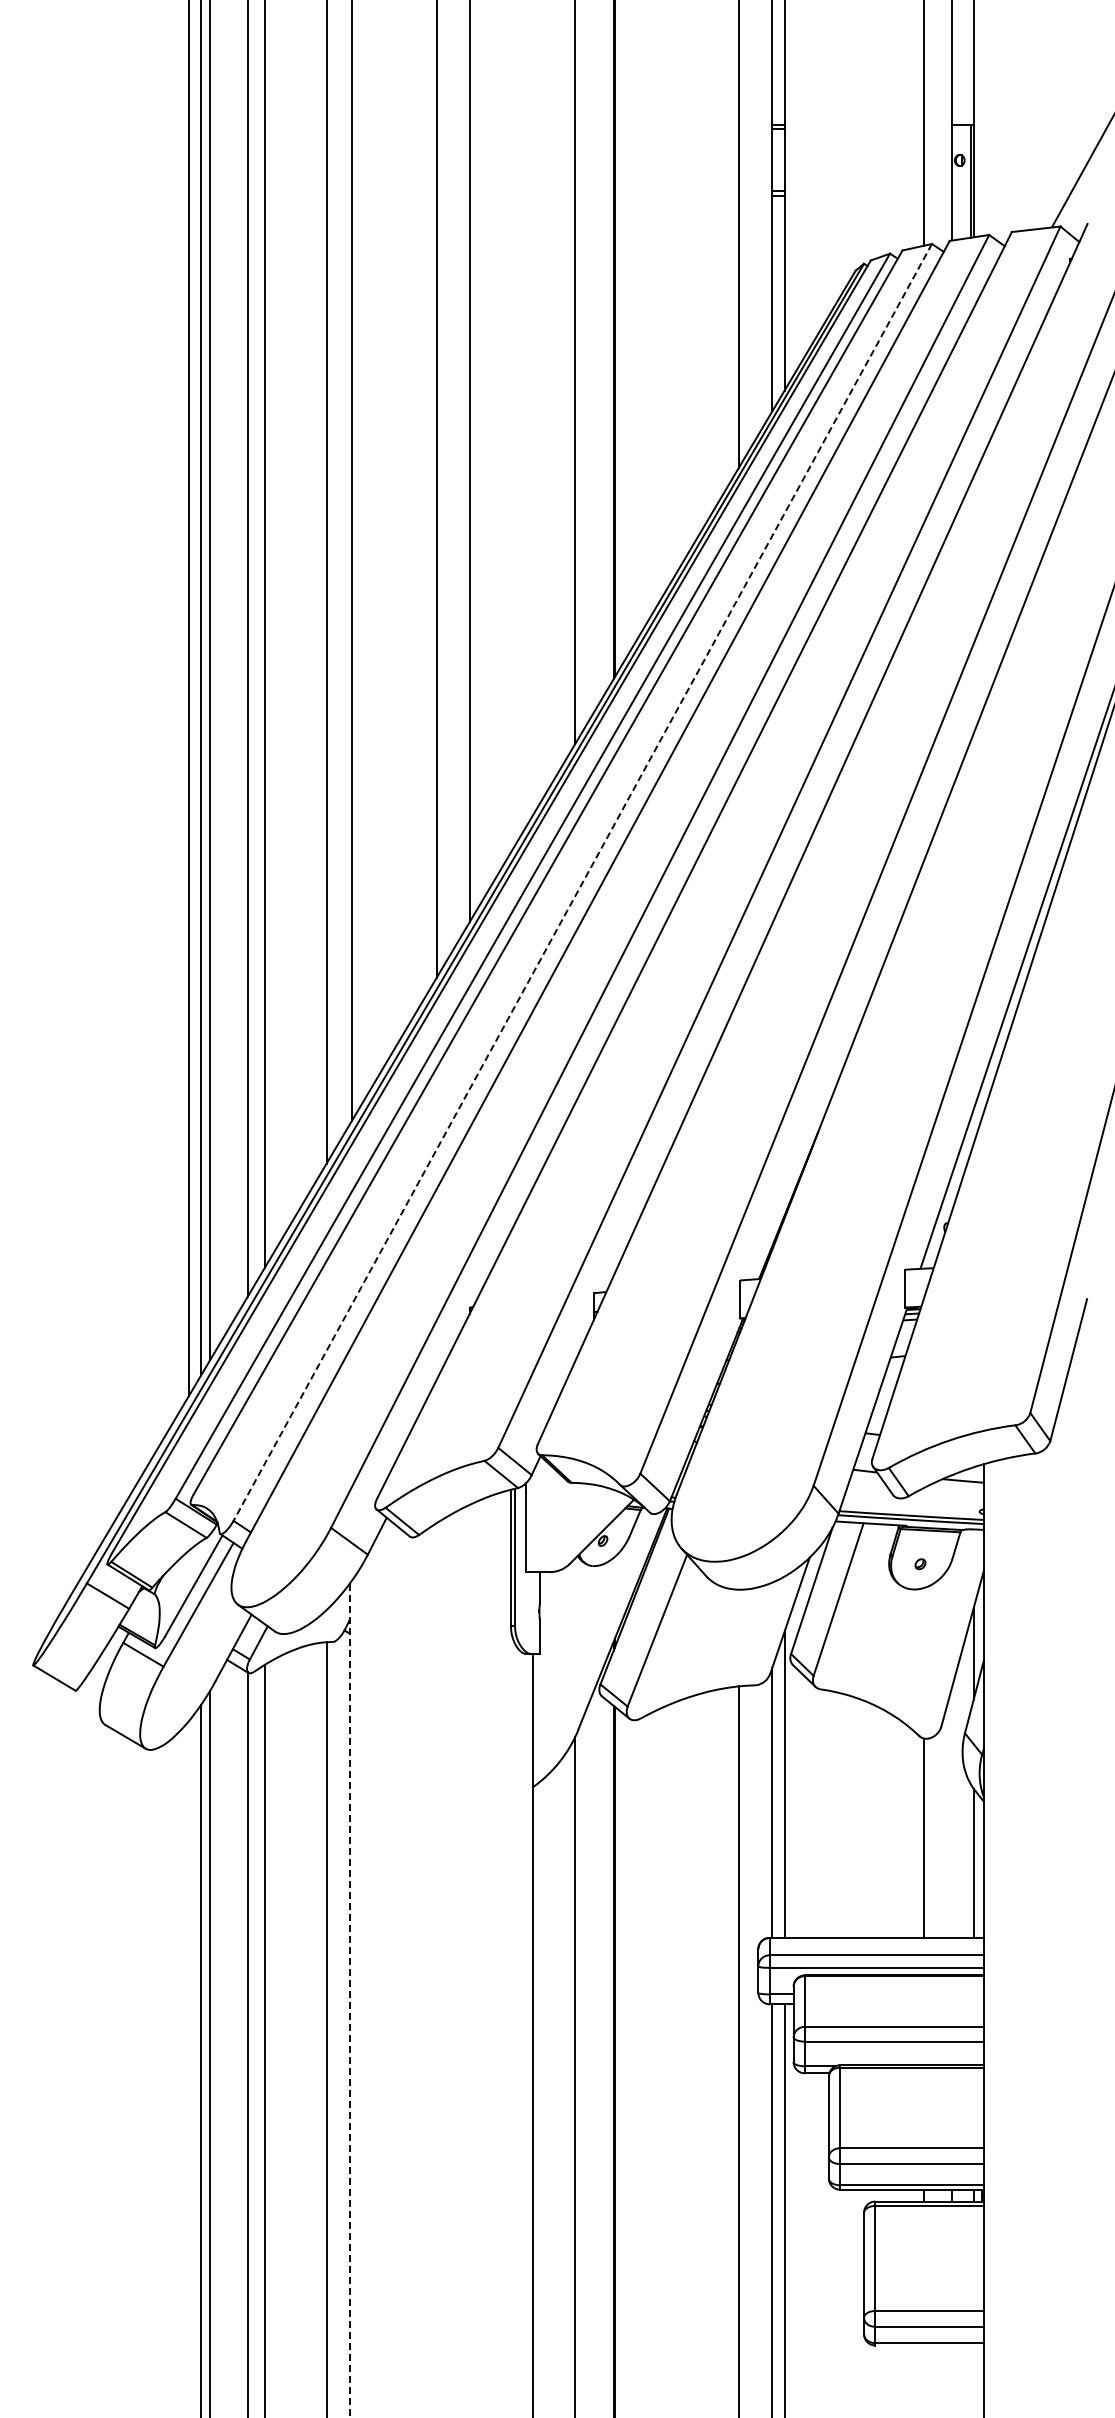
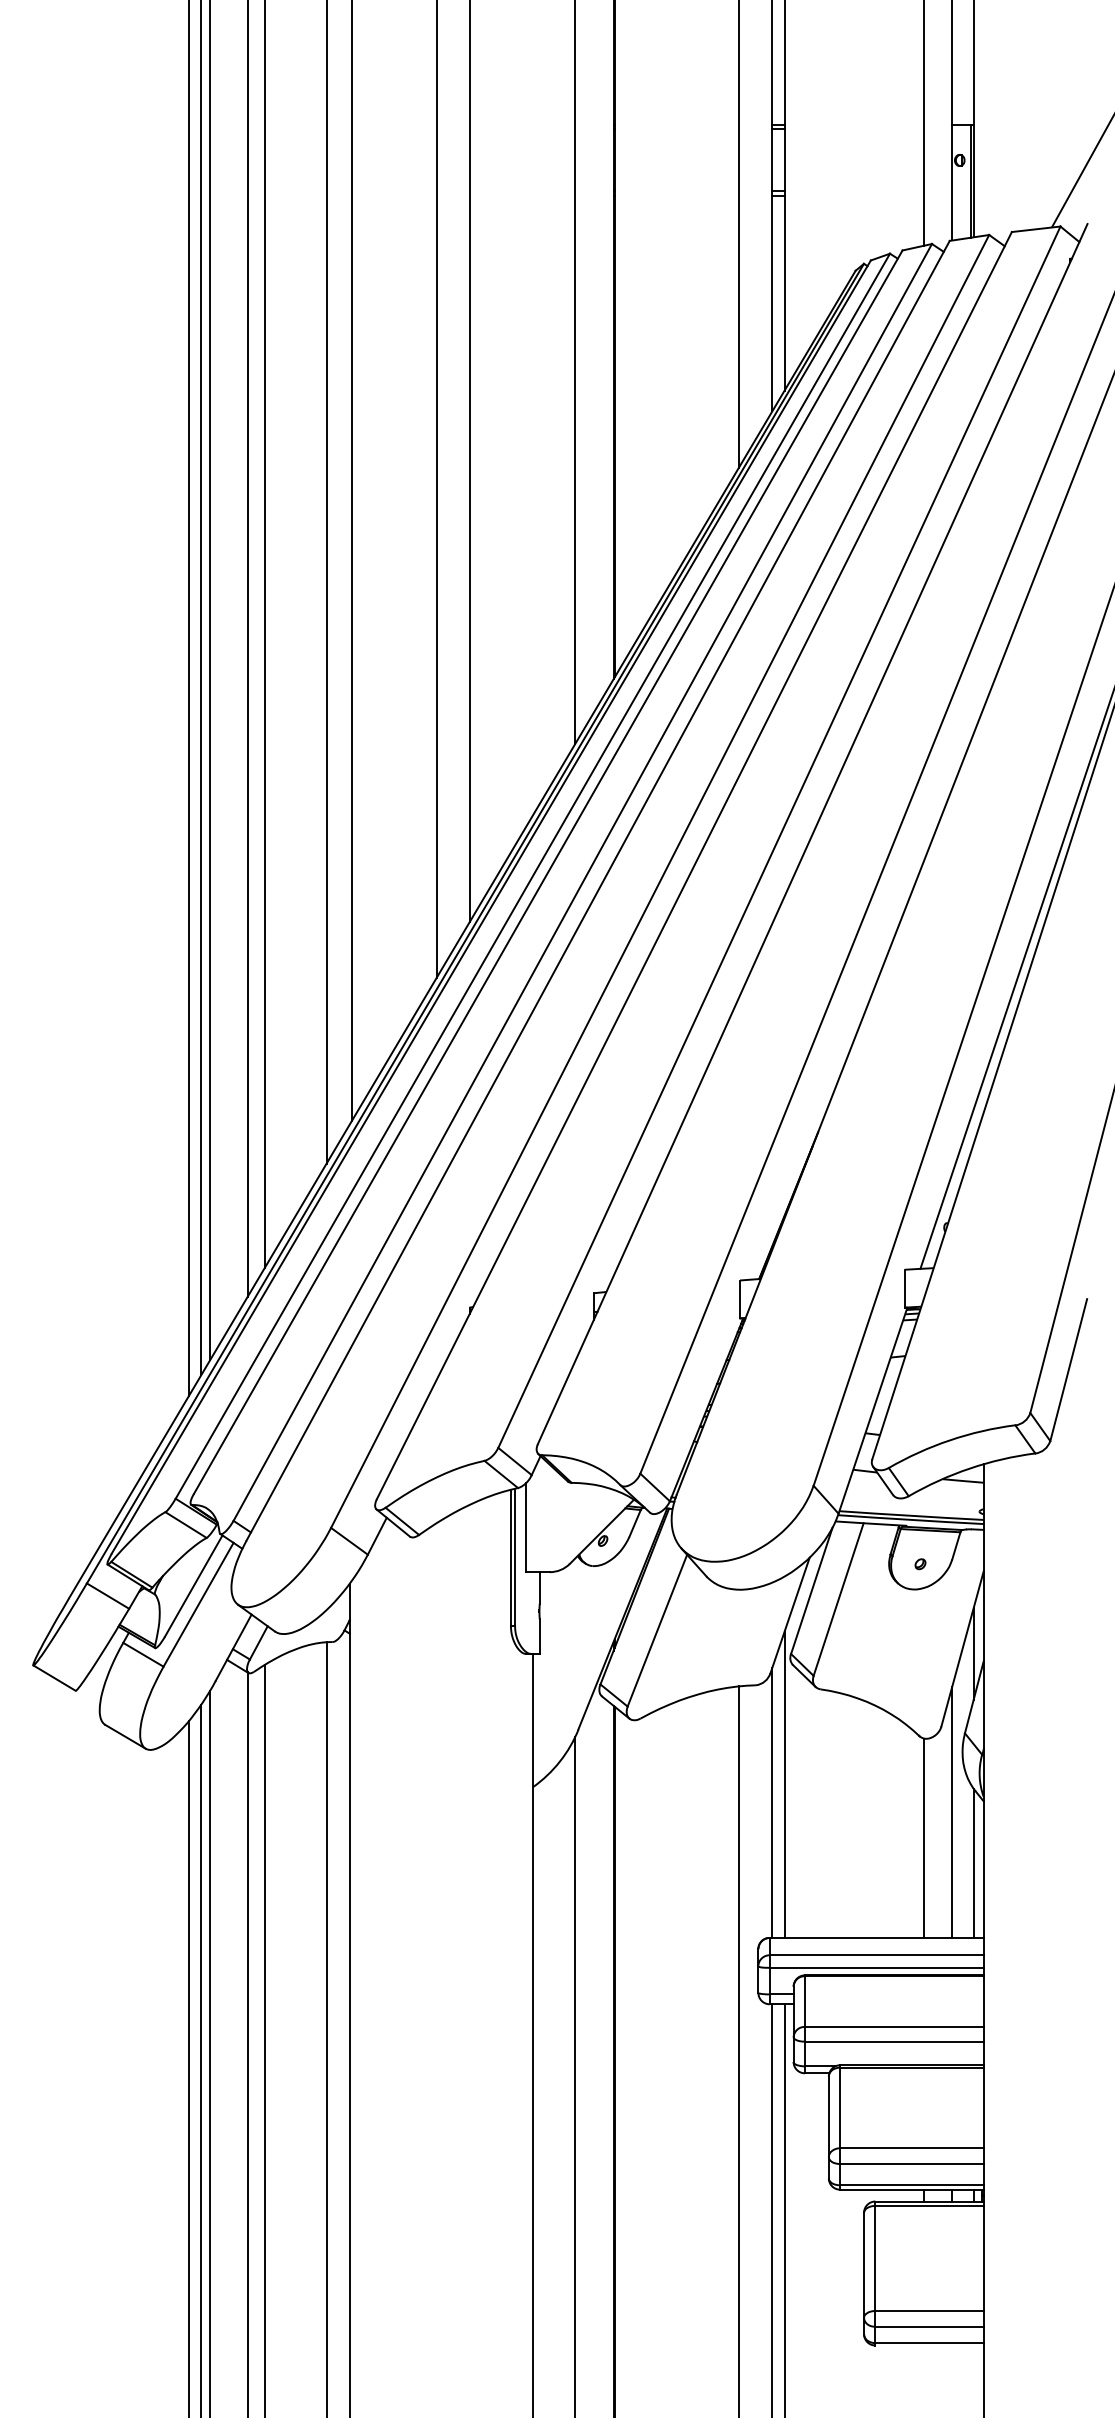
line at (582, 882): dashed -> solid
line at (952, 1812): none -> present
line at (349, 2000): dashed -> solid
line at (188, 2067): none -> present
